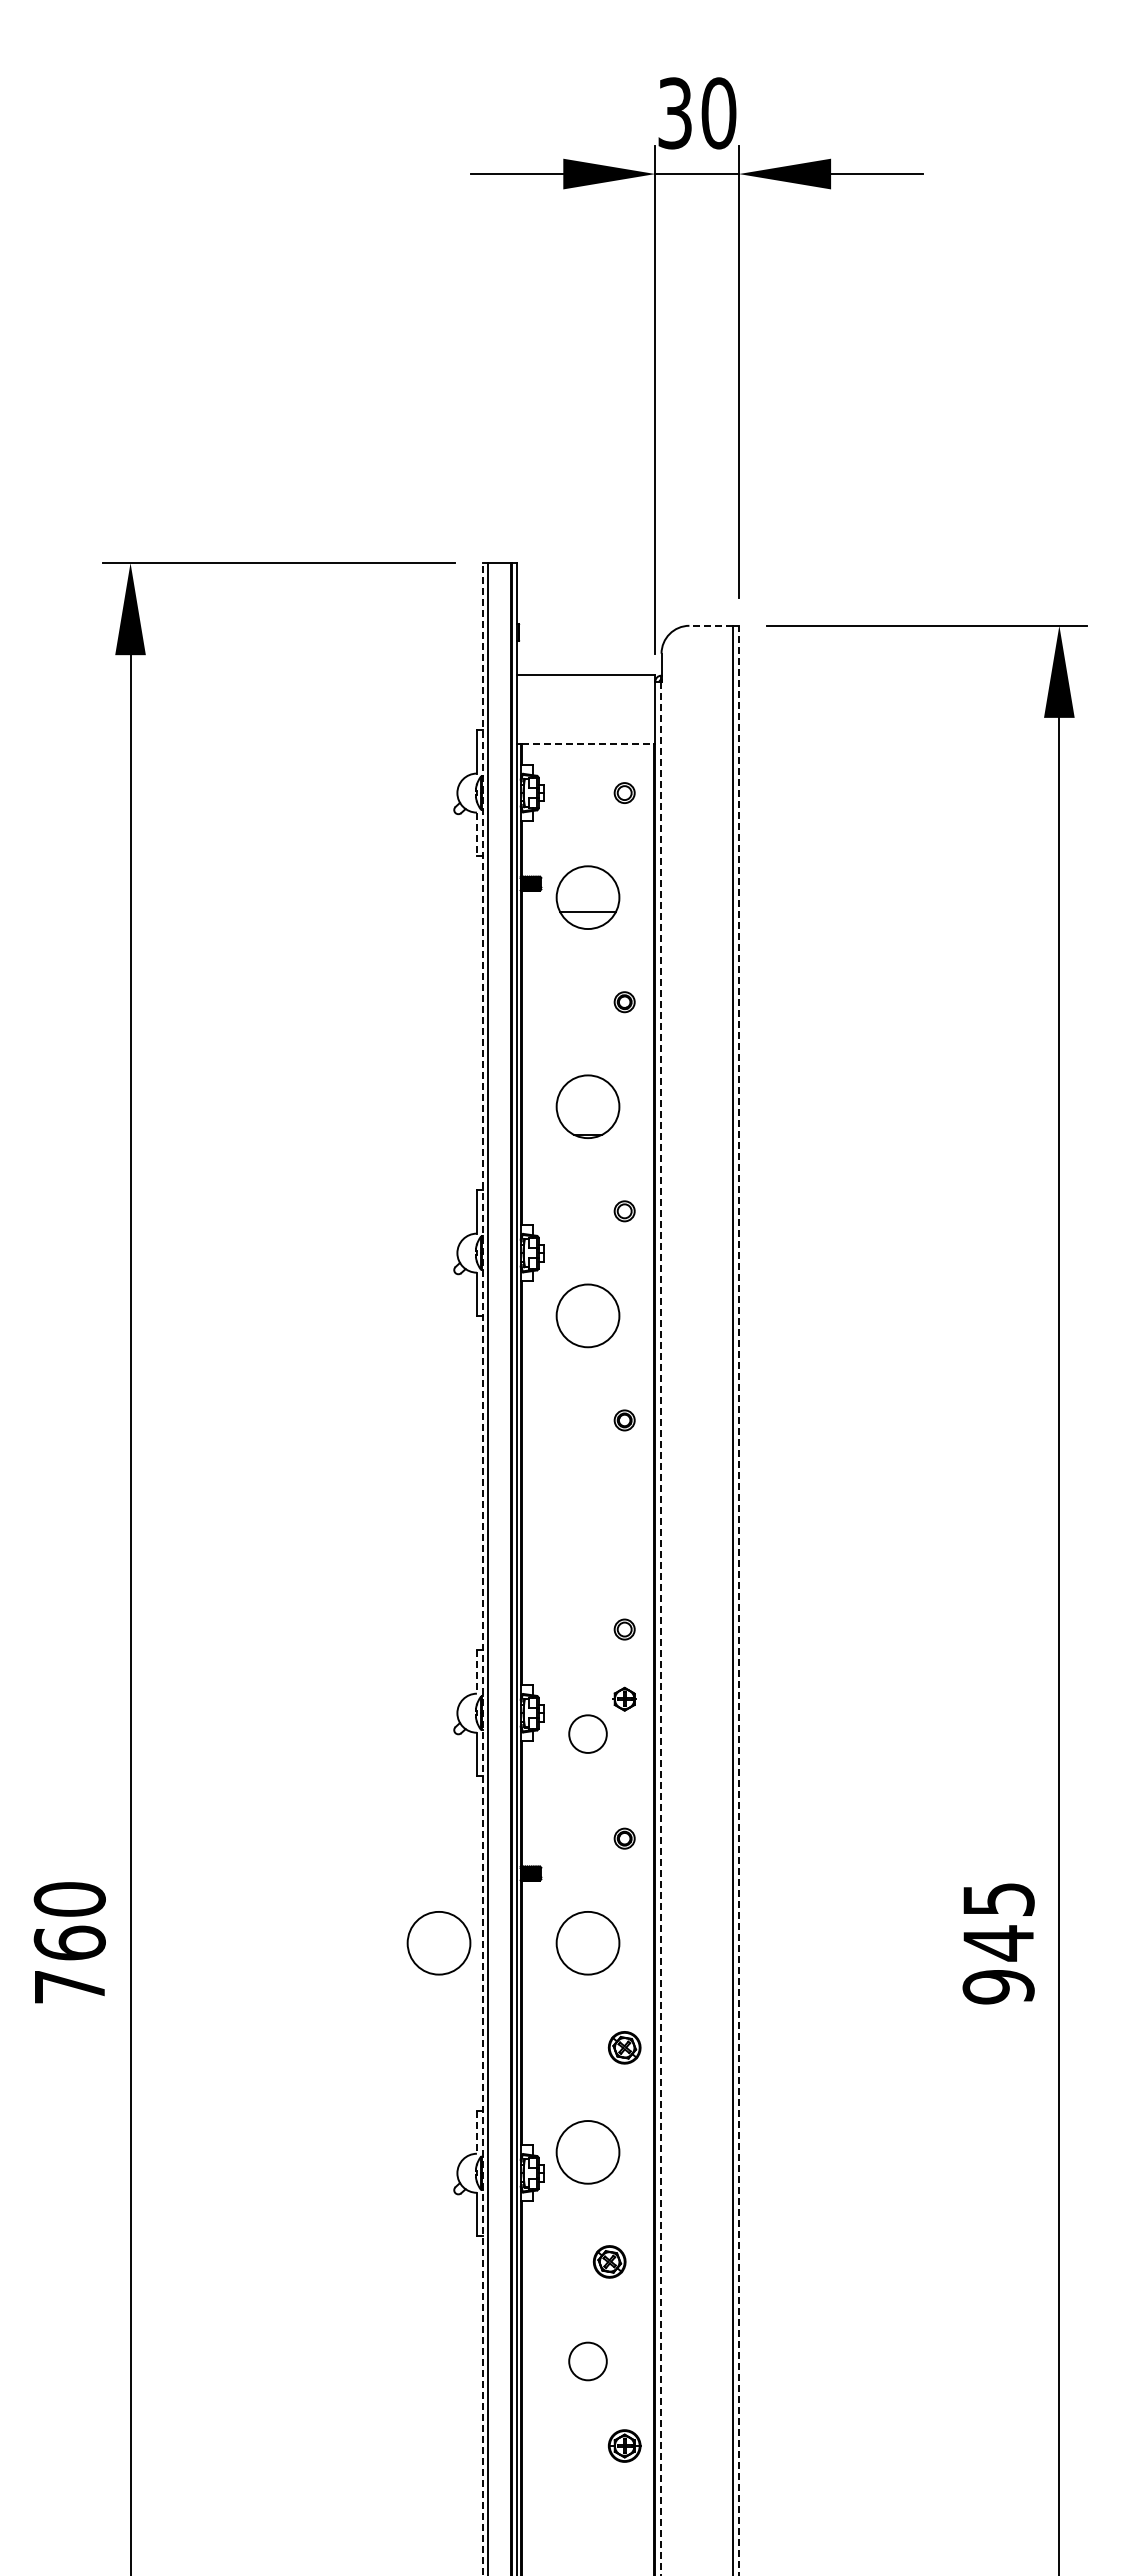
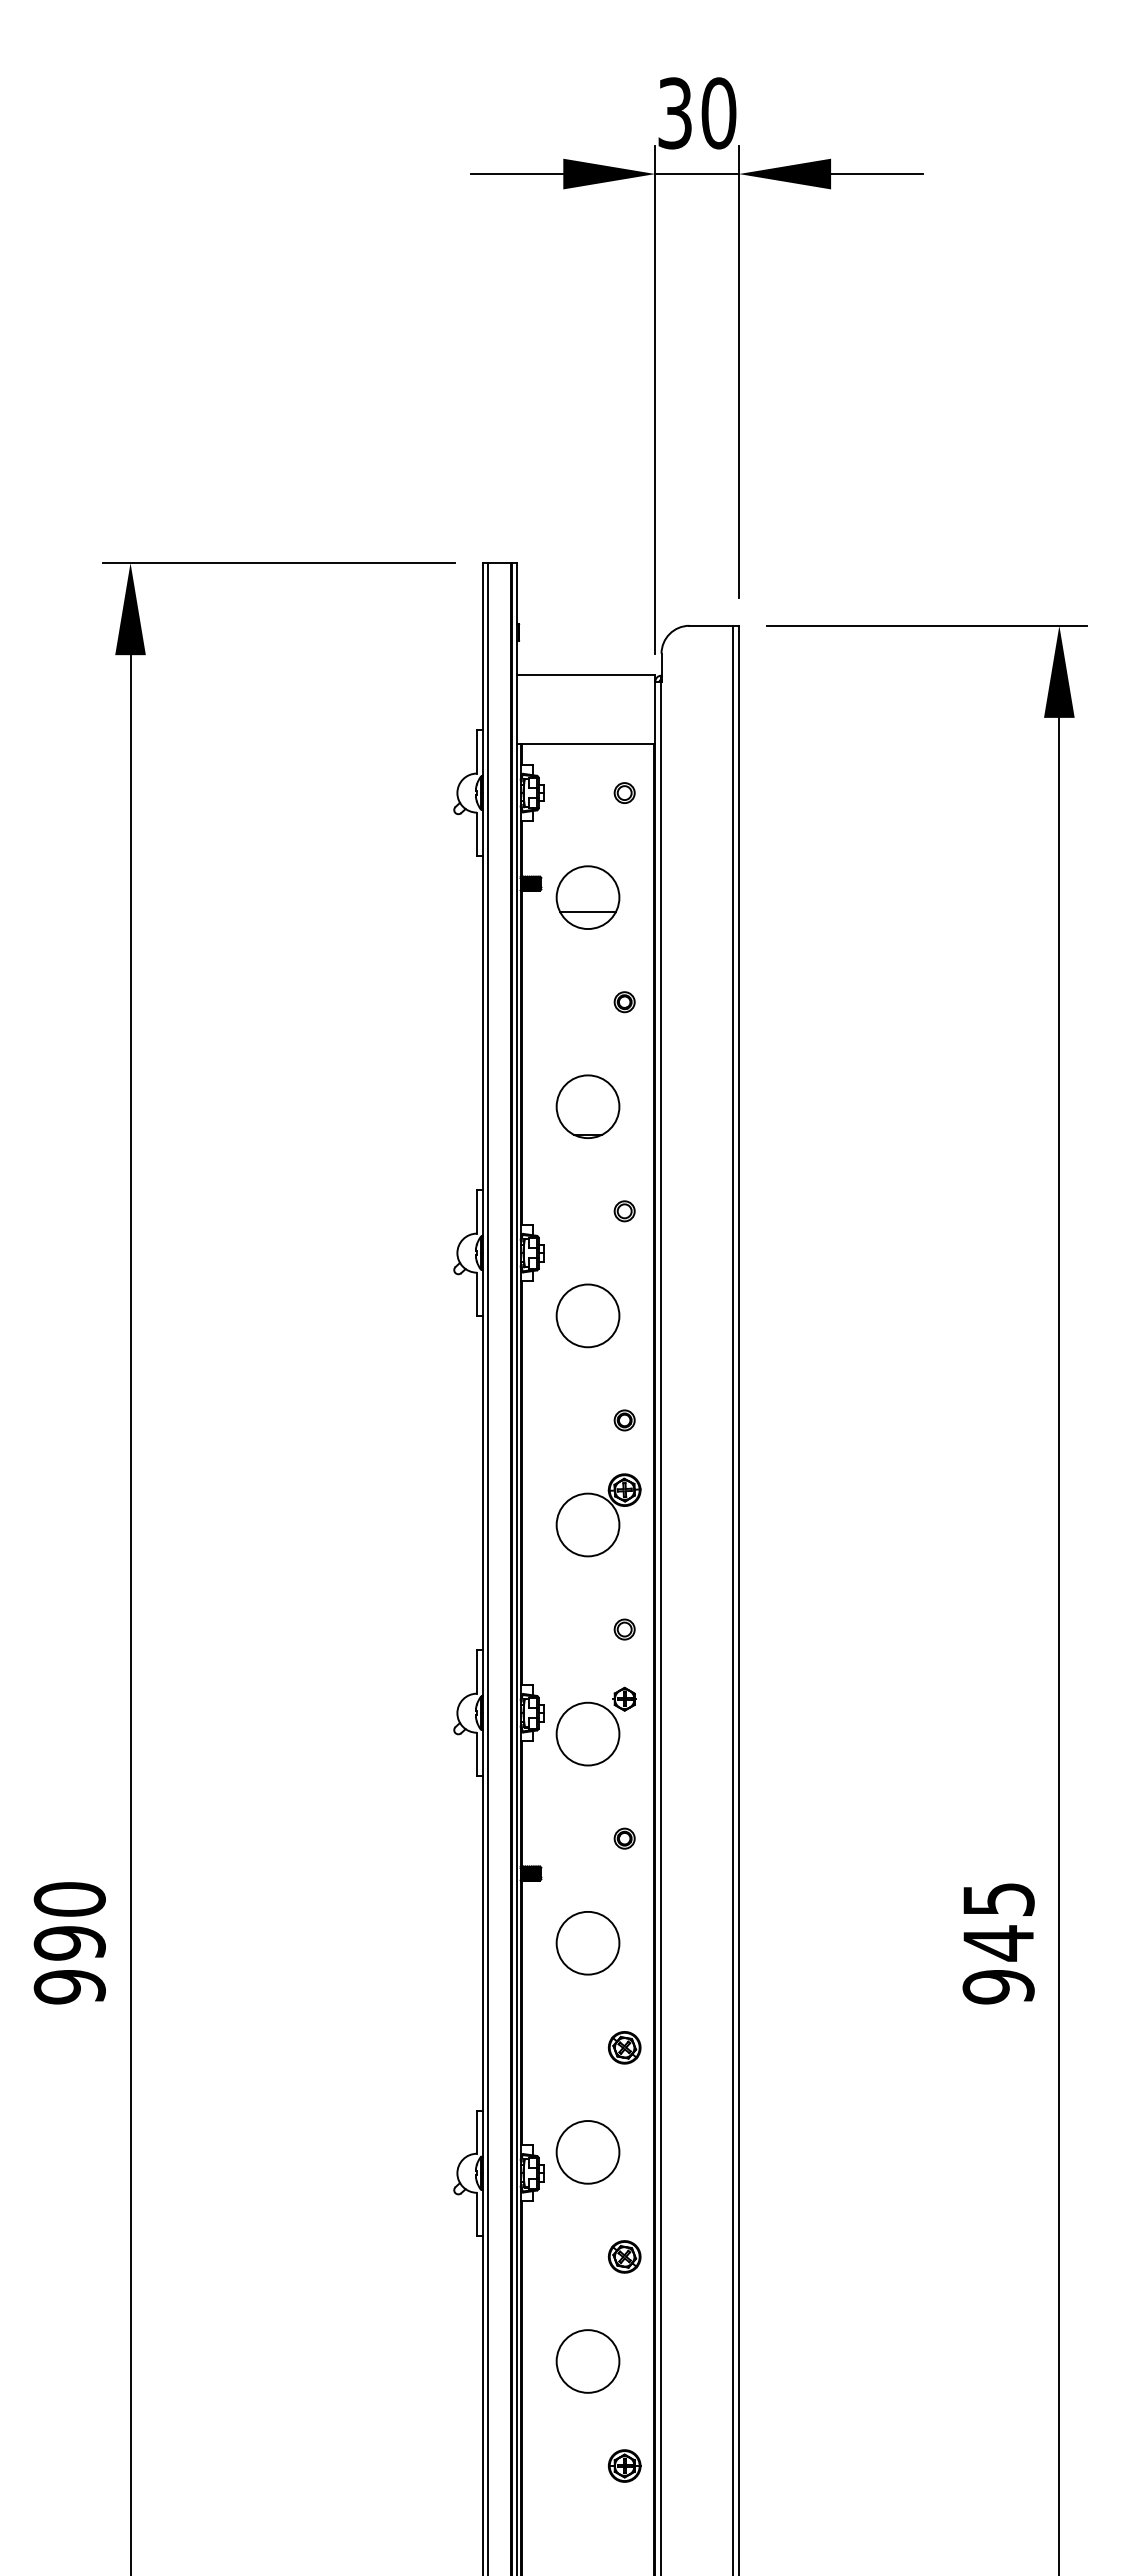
line at (711, 625): dashed -> solid
line at (588, 744): dashed -> solid
line at (476, 834): dashed -> solid
part at (598, 1515): none -> present
line at (483, 1568): dashed -> solid
line at (739, 1600): dashed -> solid
line at (661, 1628): dashed -> solid
line at (476, 1672): dashed -> solid
circle at (587, 1733) diameter: 38 px -> 63 px
circle at (438, 1943): present -> none
text at (69, 1964): 760 -> 990
line at (476, 2132): dashed -> solid
part at (609, 2261) position: (609, 2261) -> (624, 2256)
circle at (587, 2361) size: 40x41 px -> 66x65 px
part at (624, 2445) position: (624, 2445) -> (624, 2465)
